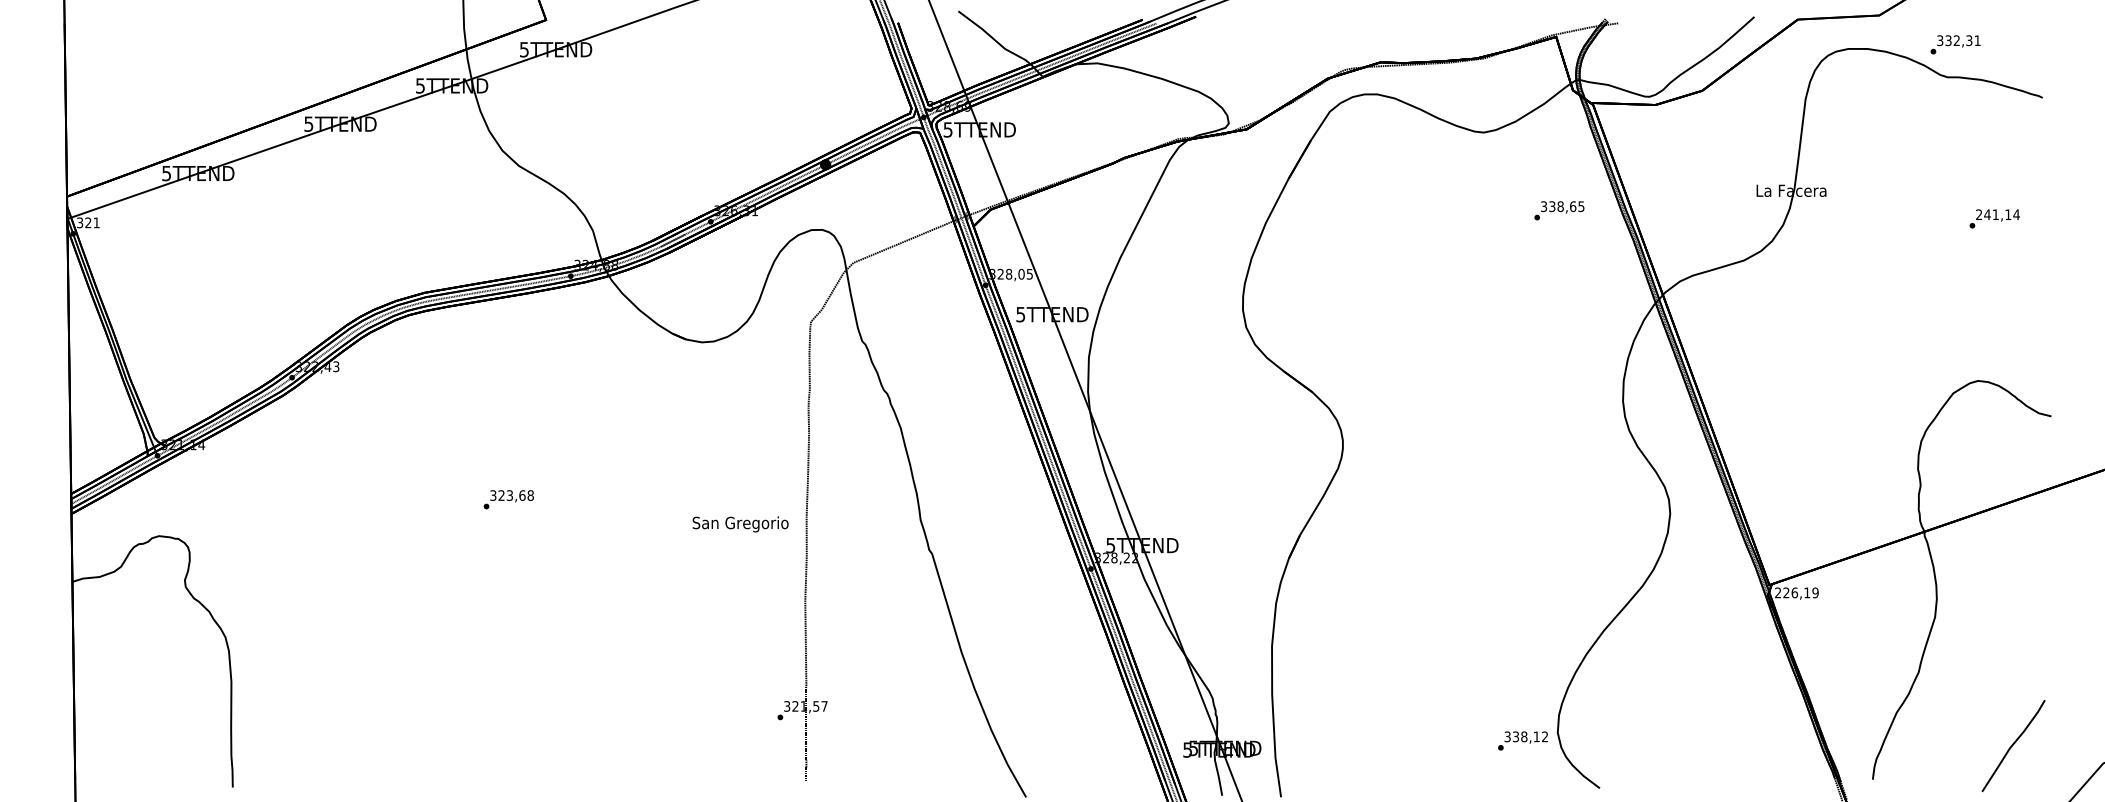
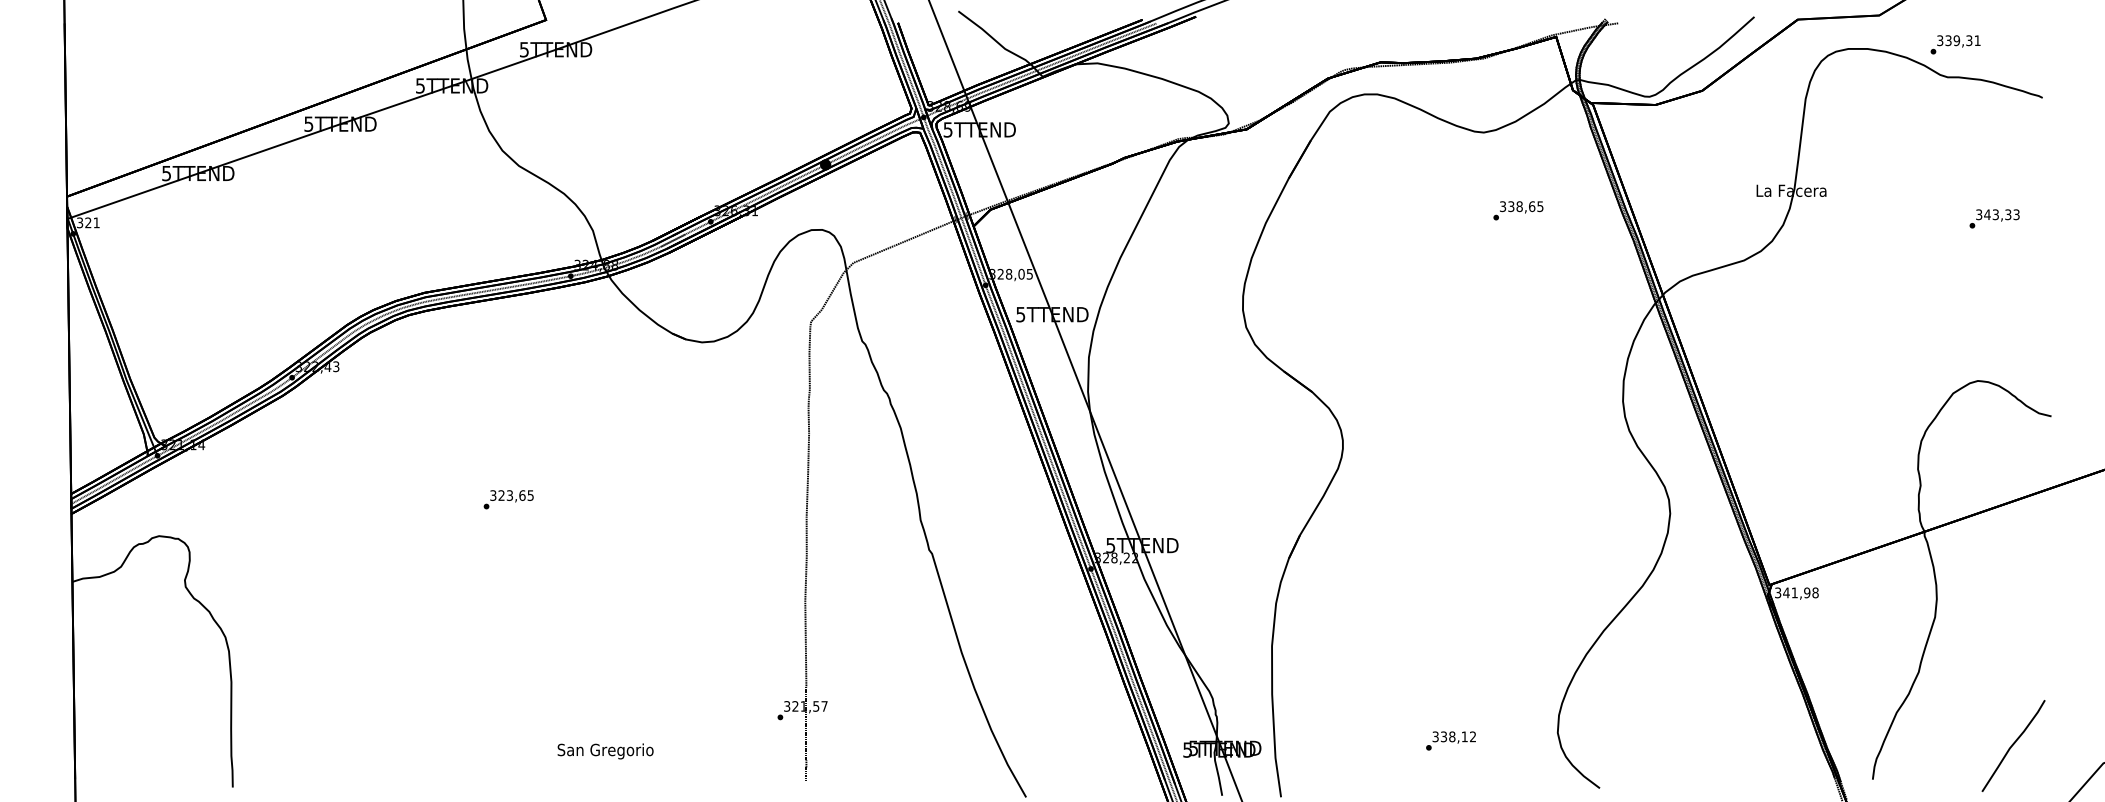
text at (1956, 40): 332,31 -> 339,31
text at (1559, 210) position: (1559, 210) -> (1518, 210)
text at (1997, 214): 241,14 -> 343,33
text at (530, 495): 323,68 -> 323,65
text at (740, 524) position: (740, 524) -> (605, 751)
text at (1796, 592): 226,19 -> 341,98
text at (1522, 740) position: (1522, 740) -> (1450, 740)
